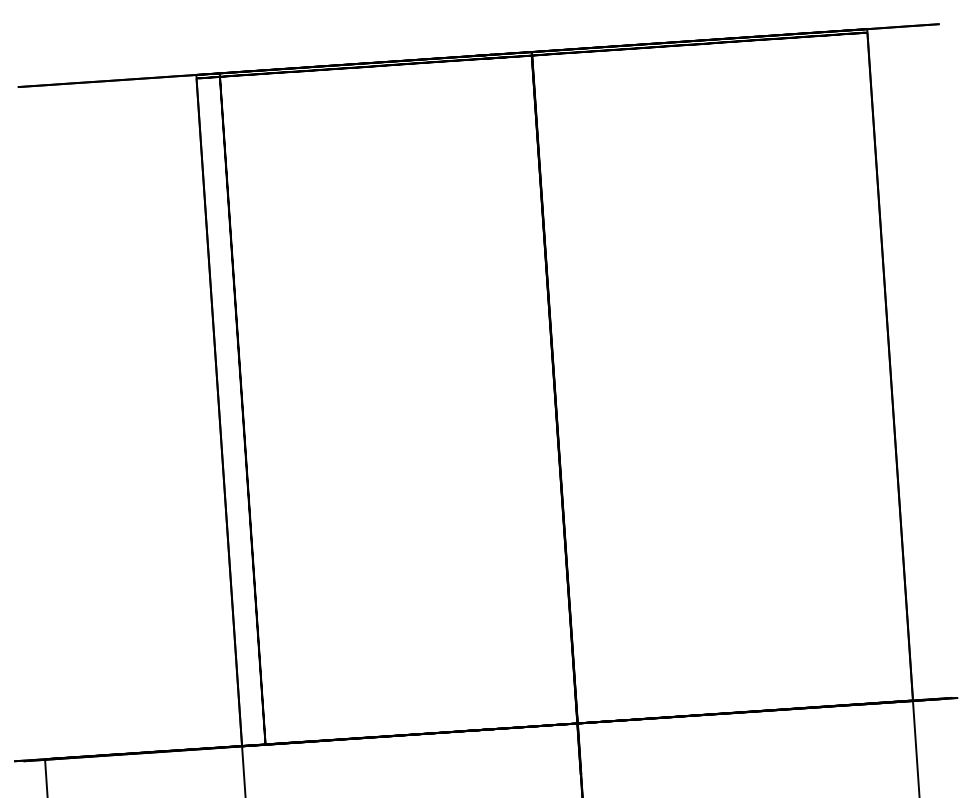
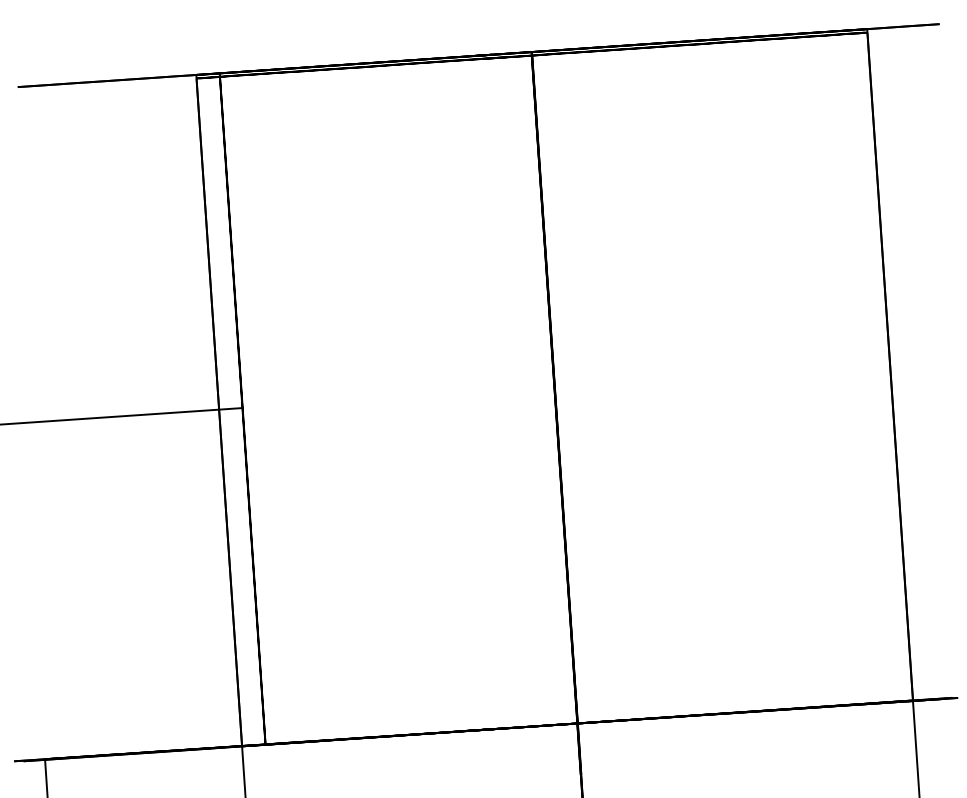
line at (122, 416): none -> present
